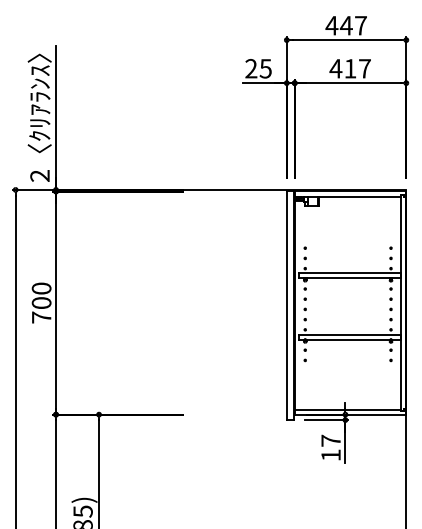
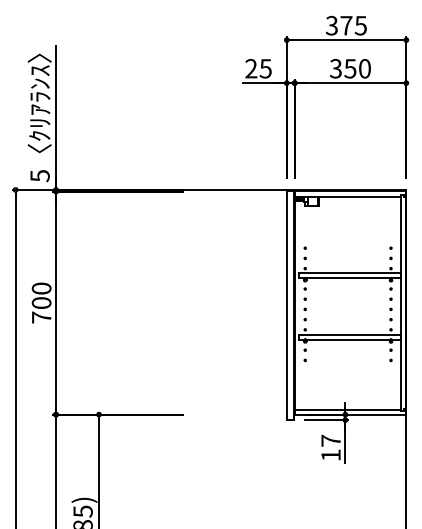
text at (345, 25): 447 -> 375
text at (349, 68): 417 -> 350
text at (39, 176): 2 -> 5
